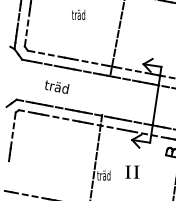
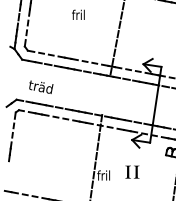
text at (78, 14): träd -> fril
text at (57, 86) position: (57, 86) -> (41, 86)
text at (103, 175): träd -> fril
